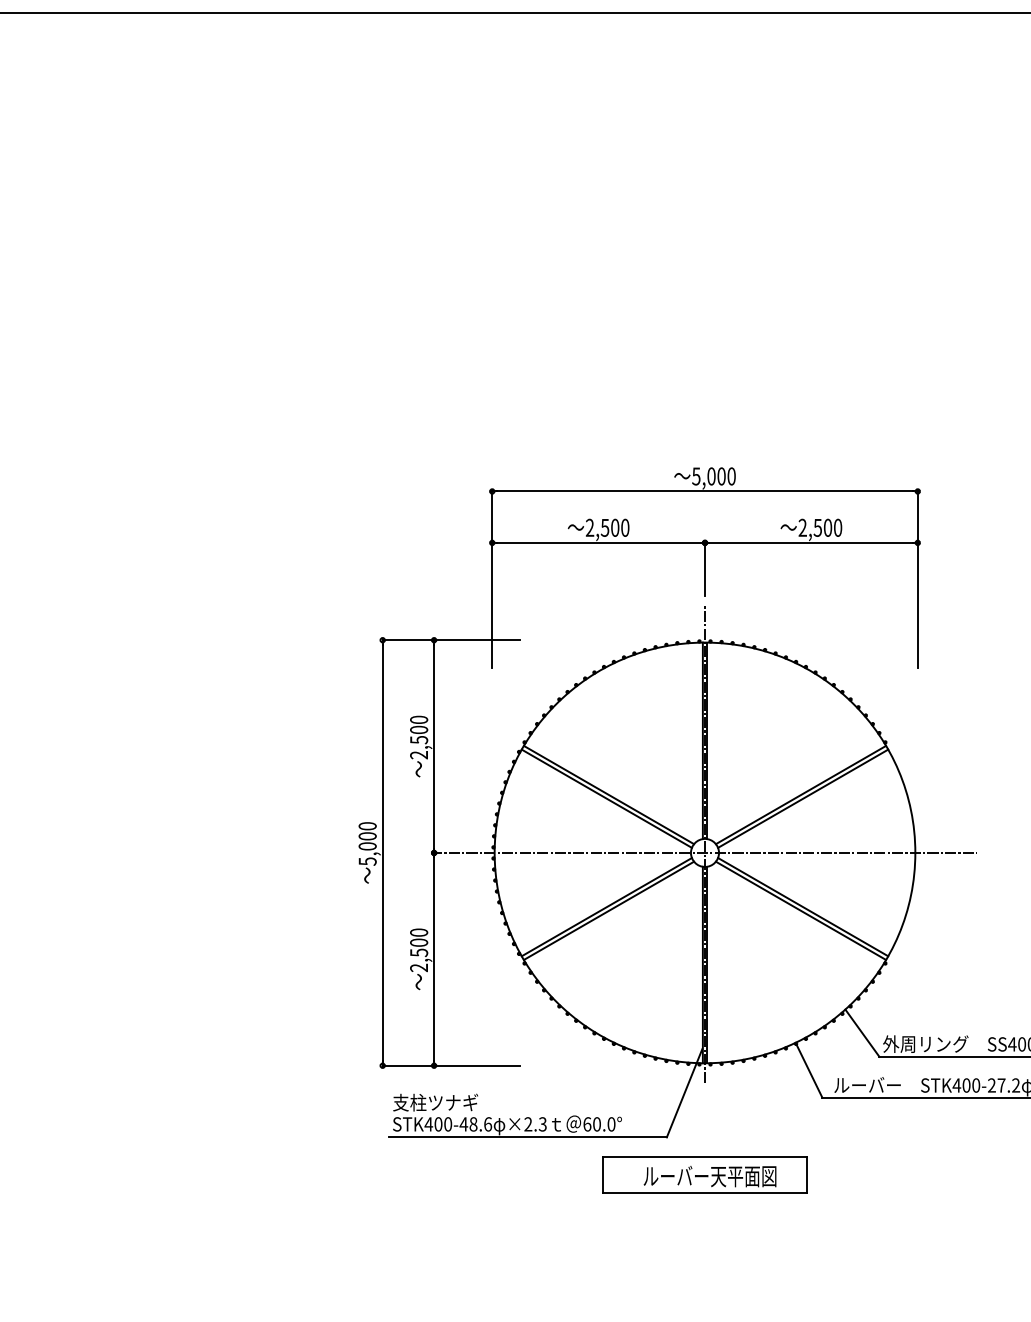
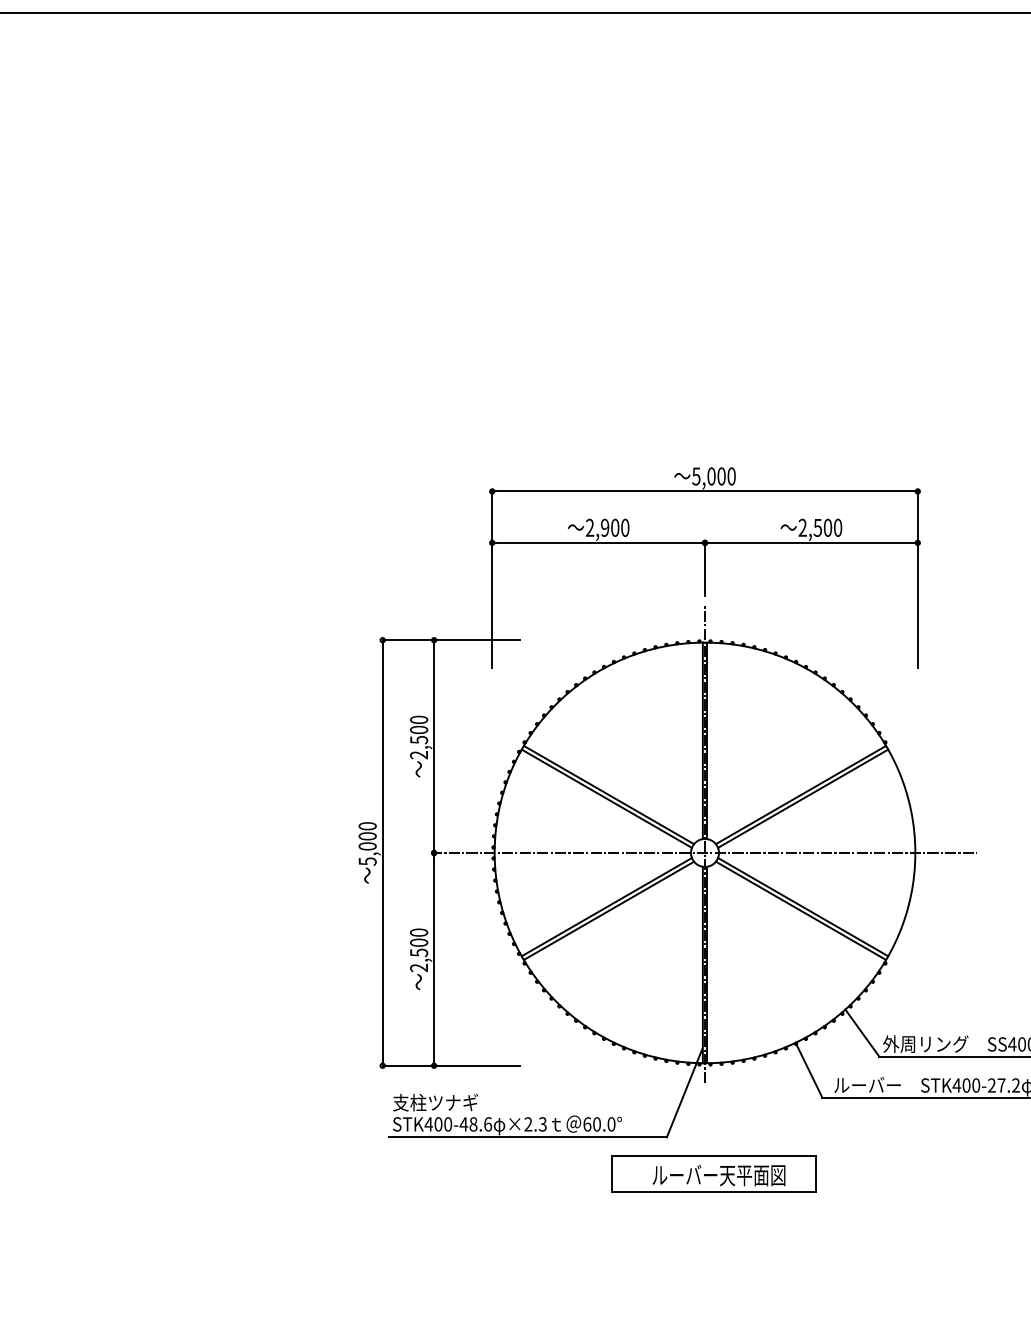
text at (604, 527): 2,500 -> 2,900
part at (704, 1174) position: (704, 1174) -> (713, 1173)
